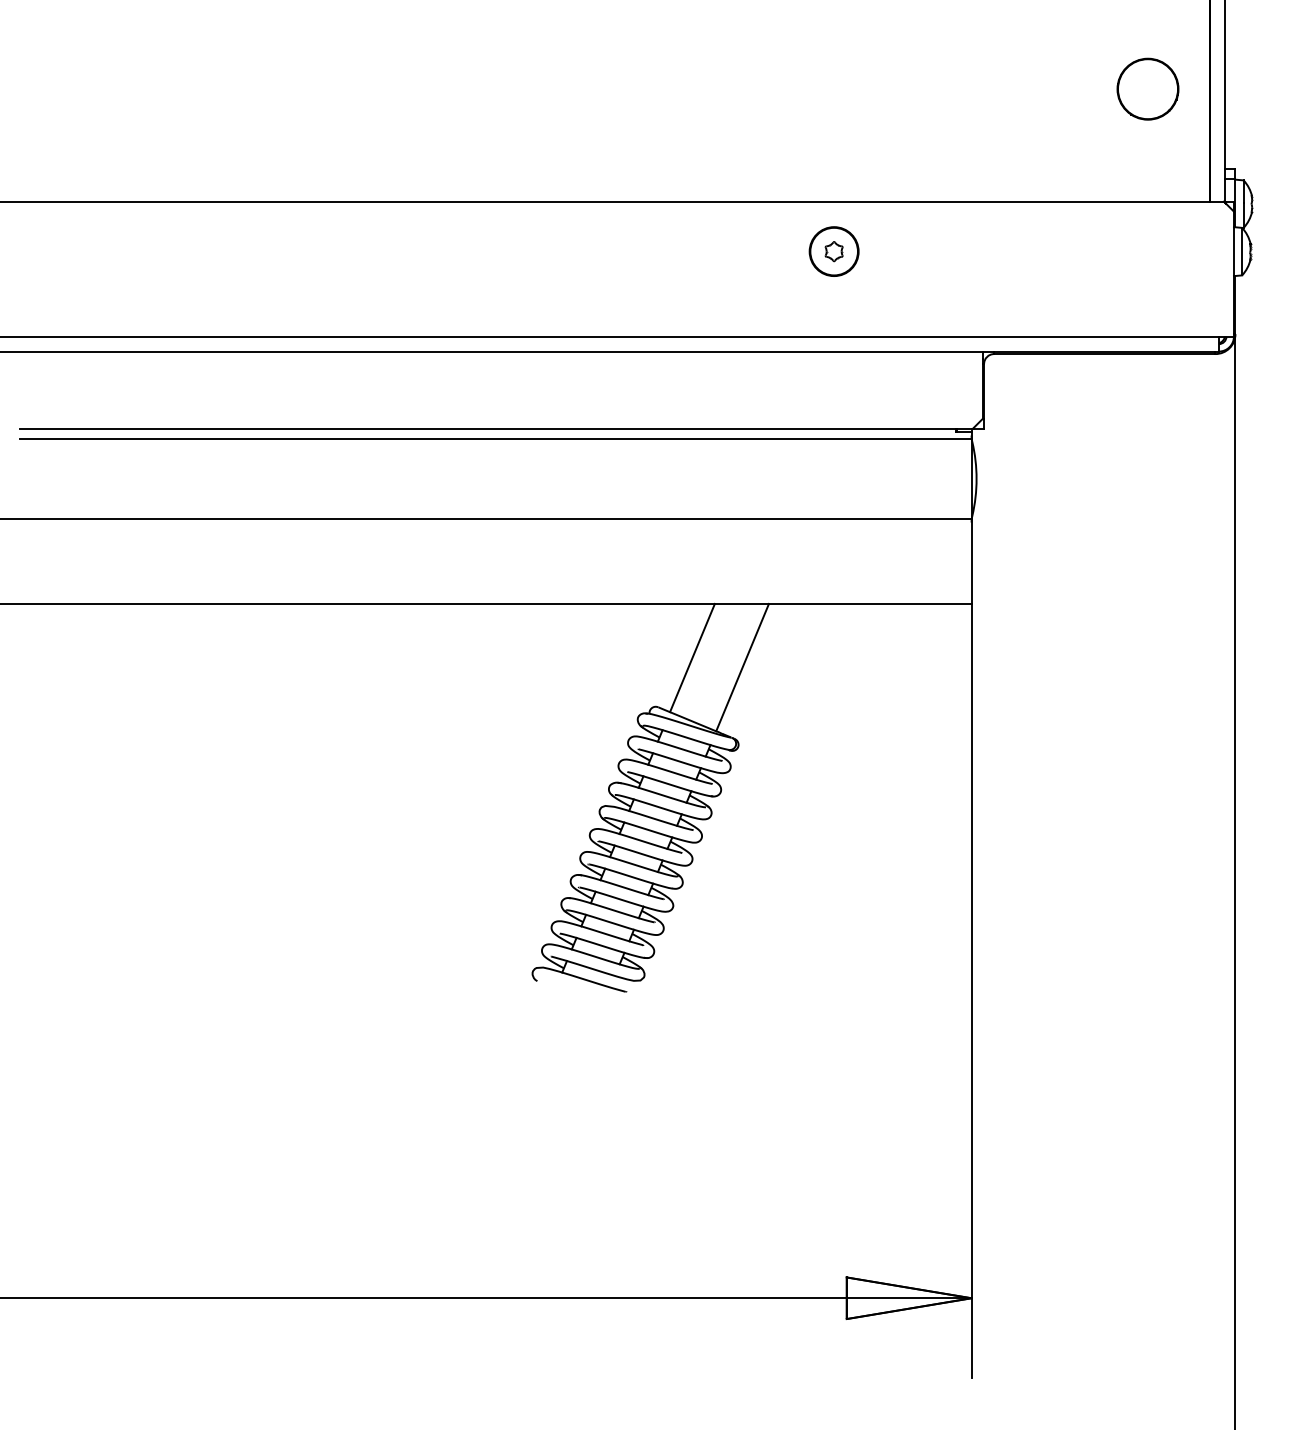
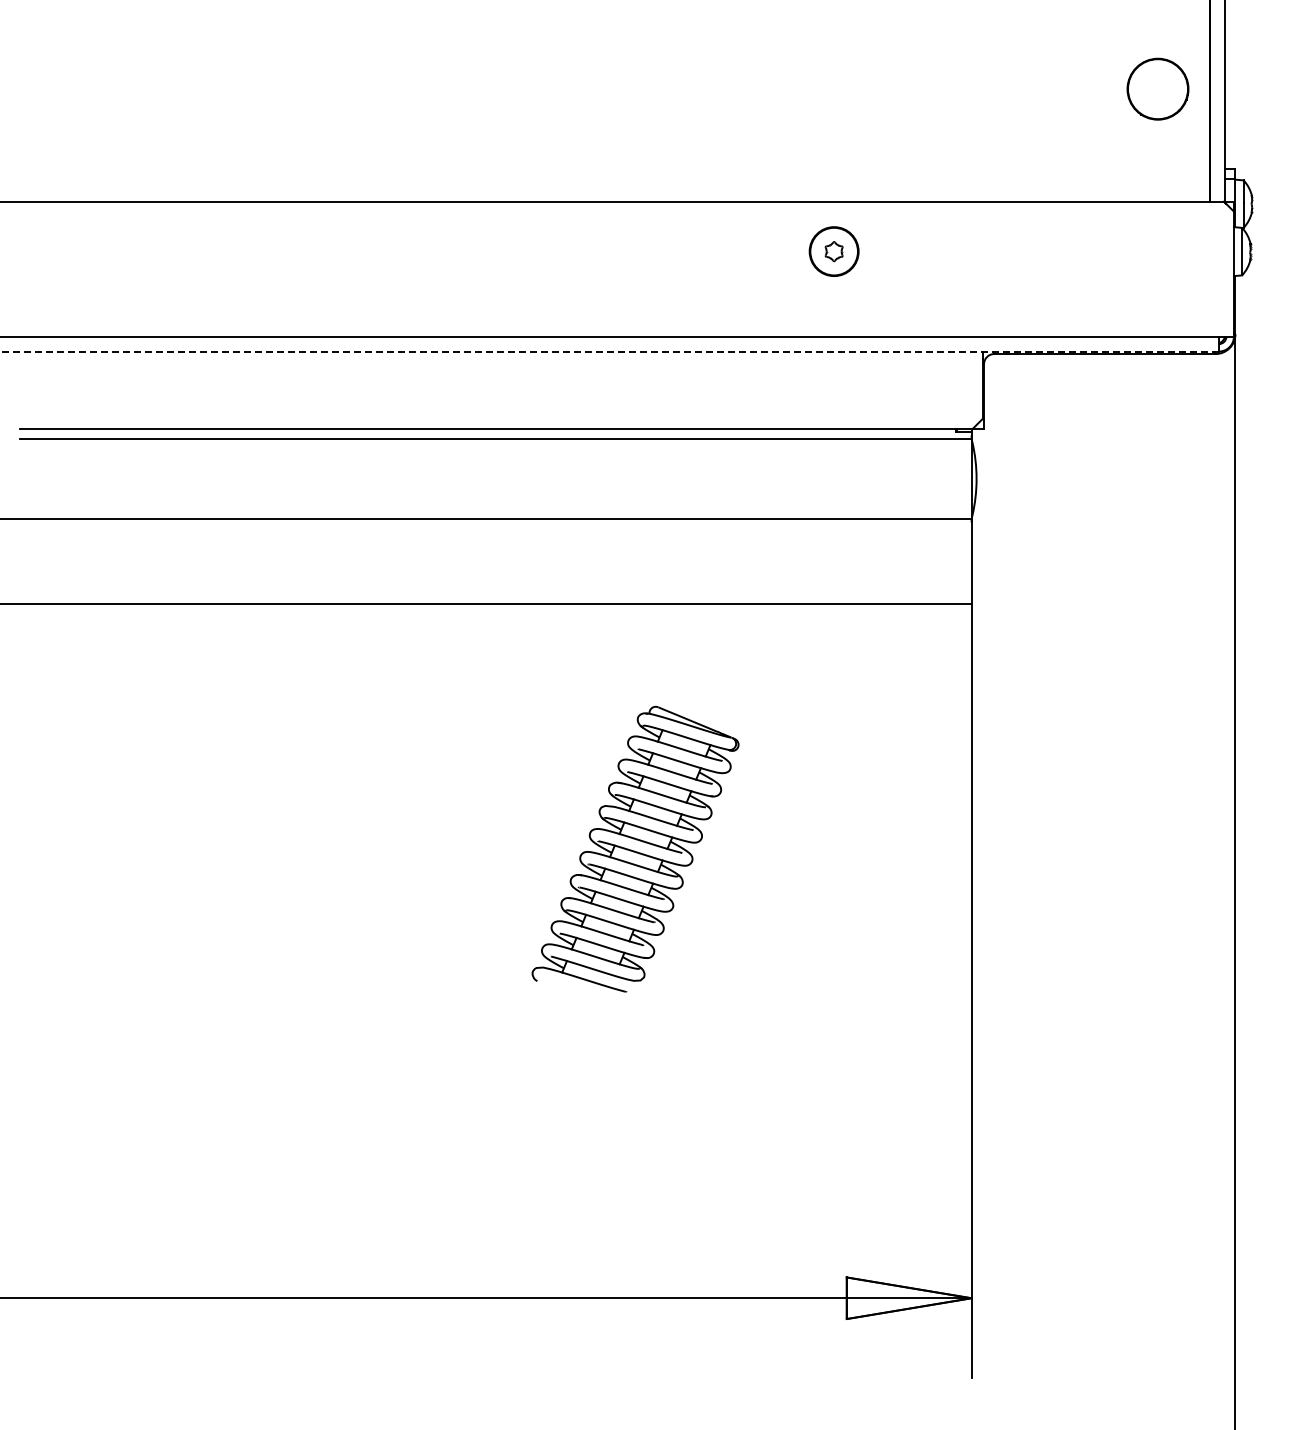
part at (1147, 88) position: (1147, 88) -> (1157, 88)
line at (609, 351): solid -> dashed
line at (692, 657): present -> none
line at (742, 667): present -> none
